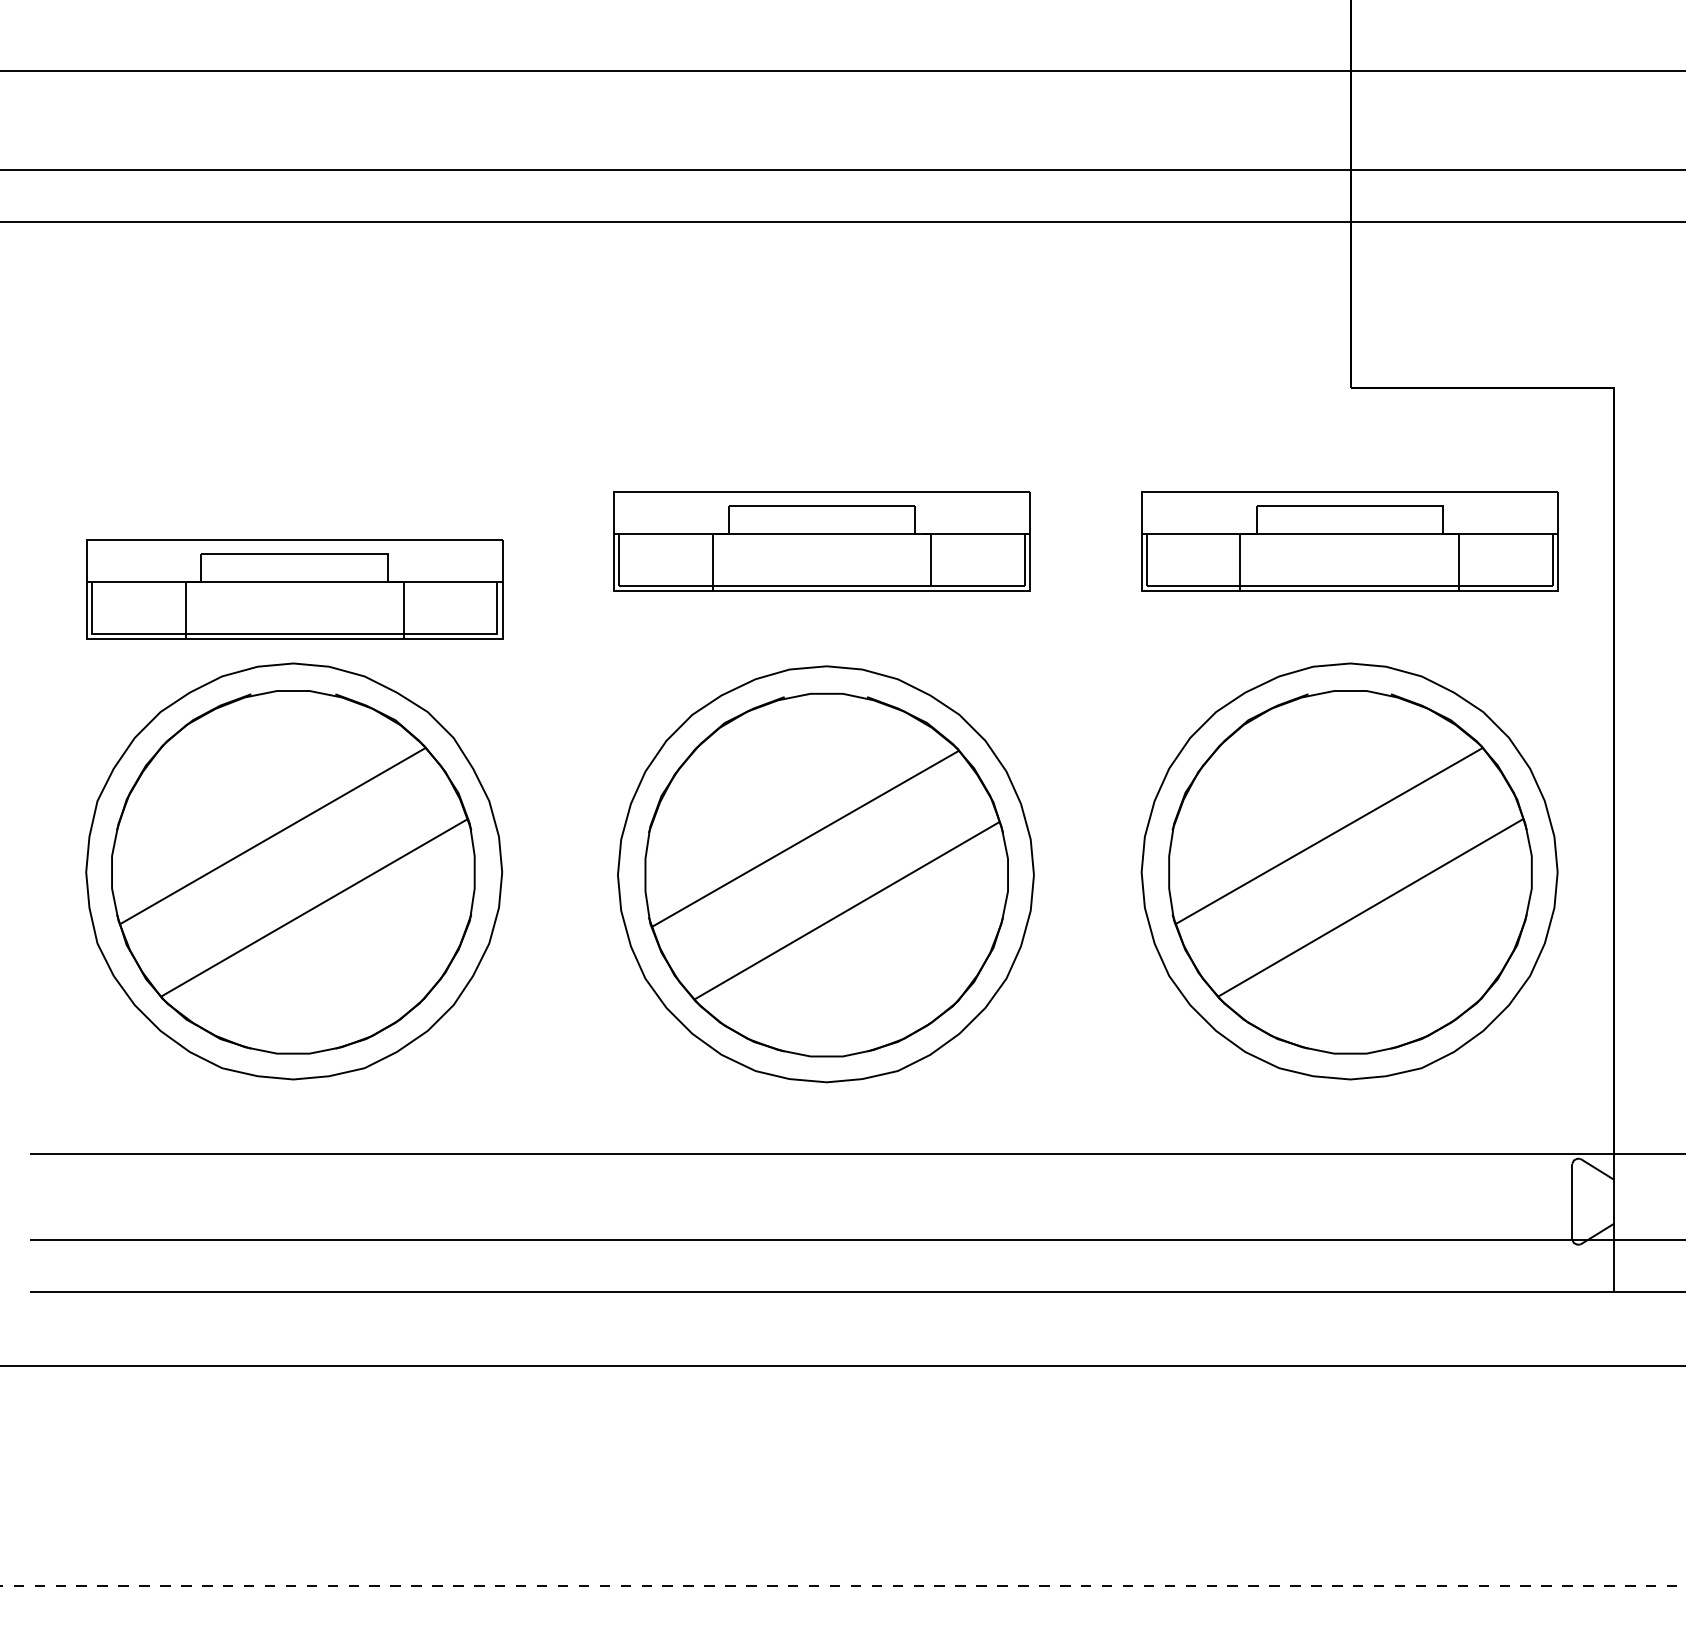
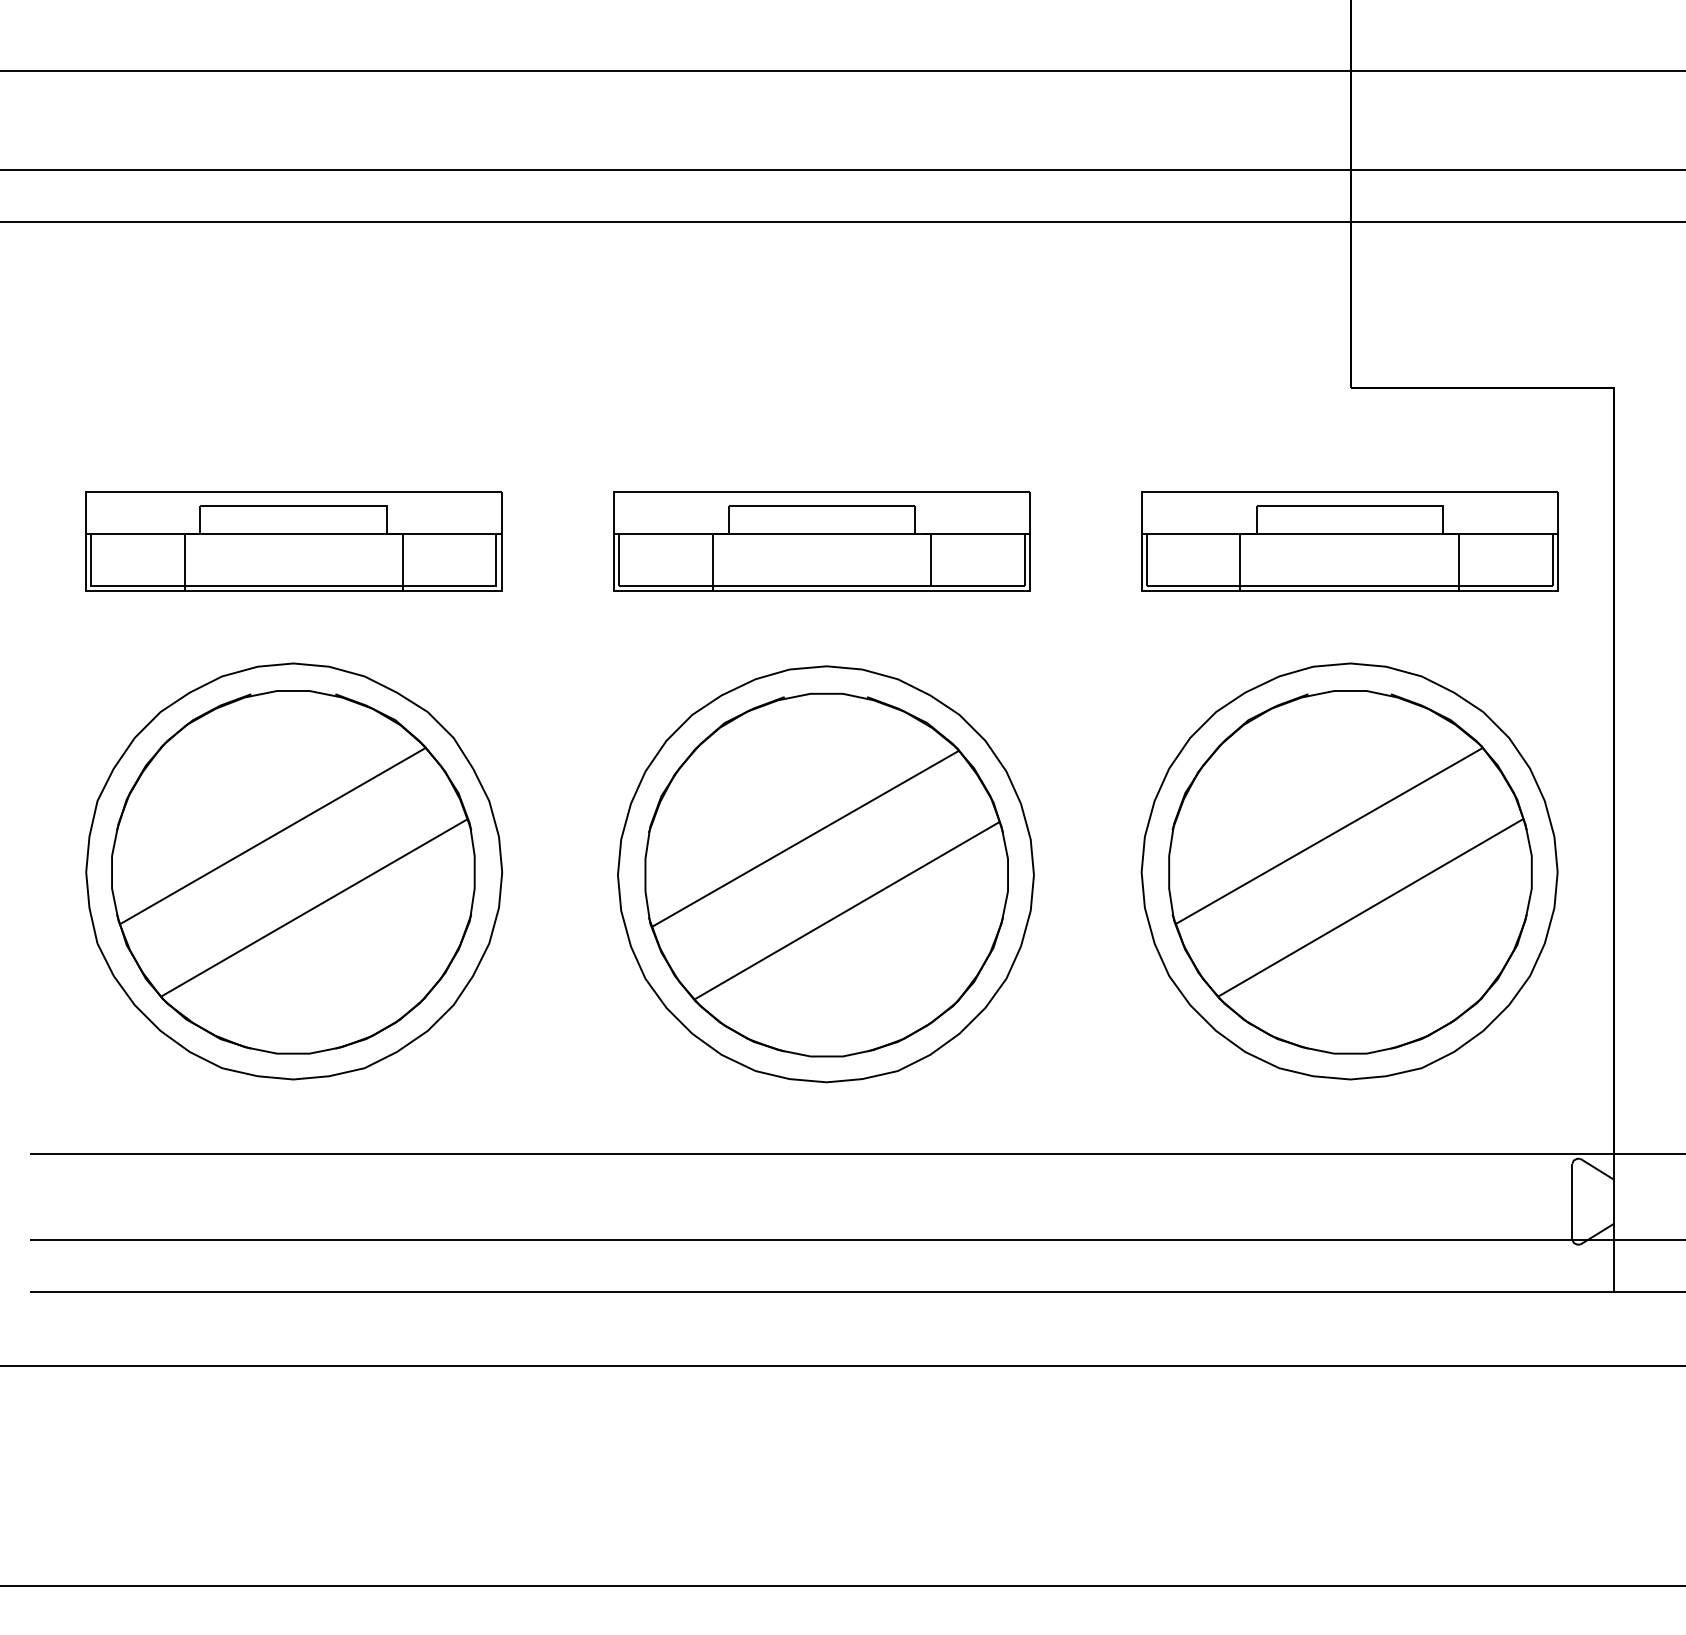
part at (294, 589) position: (294, 589) -> (293, 541)
line at (842, 1586): dashed -> solid
